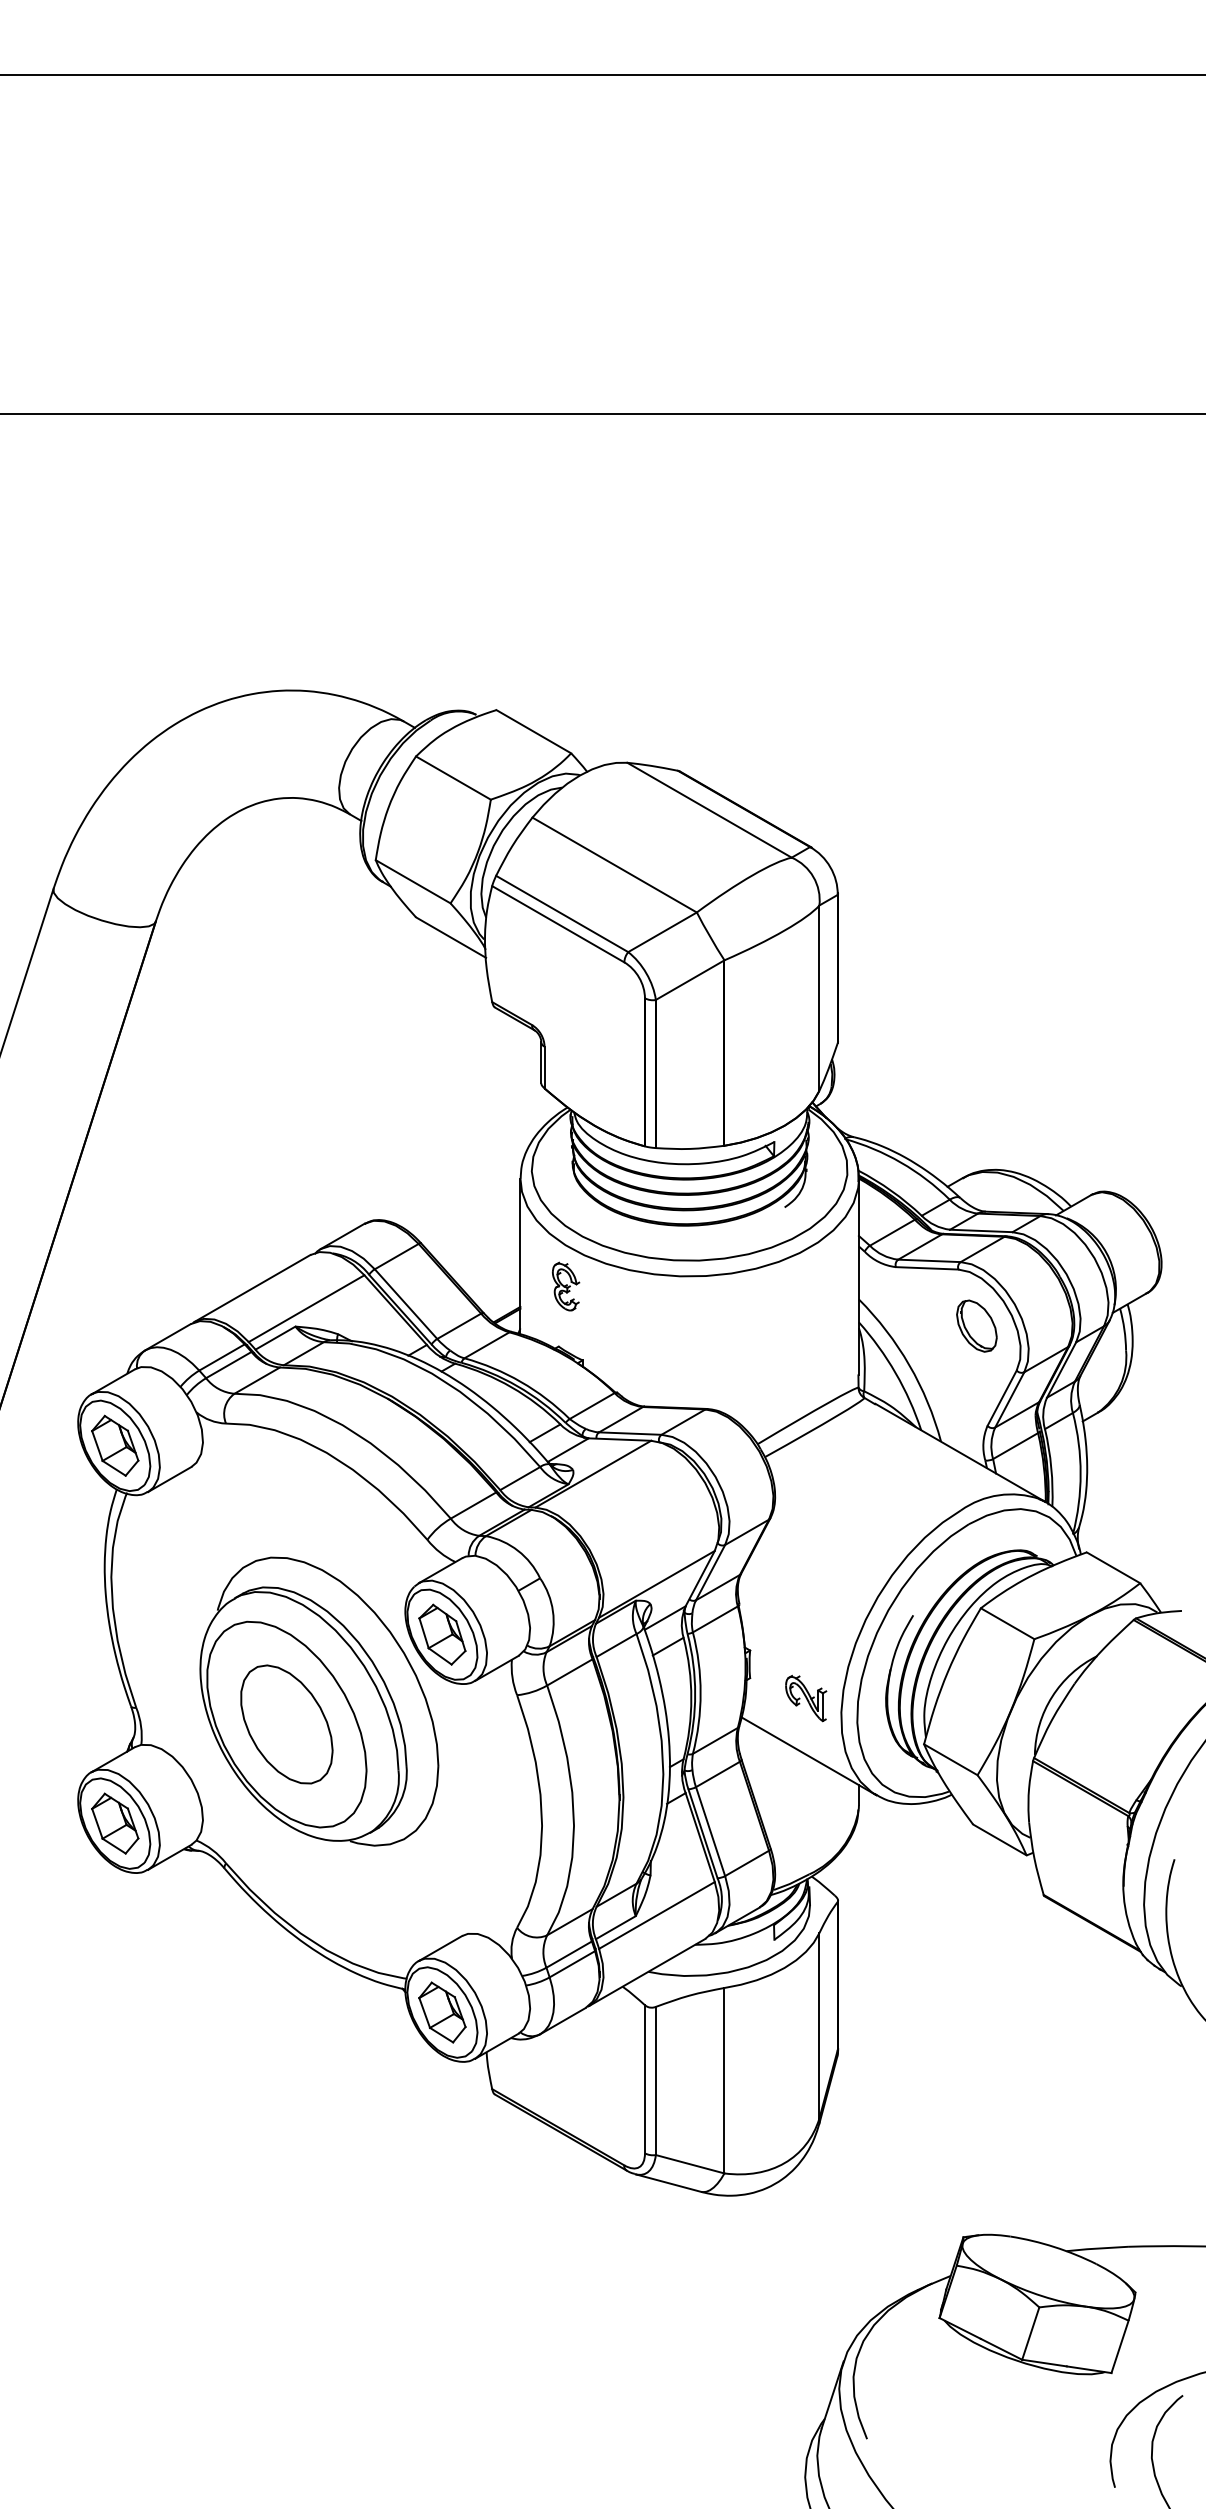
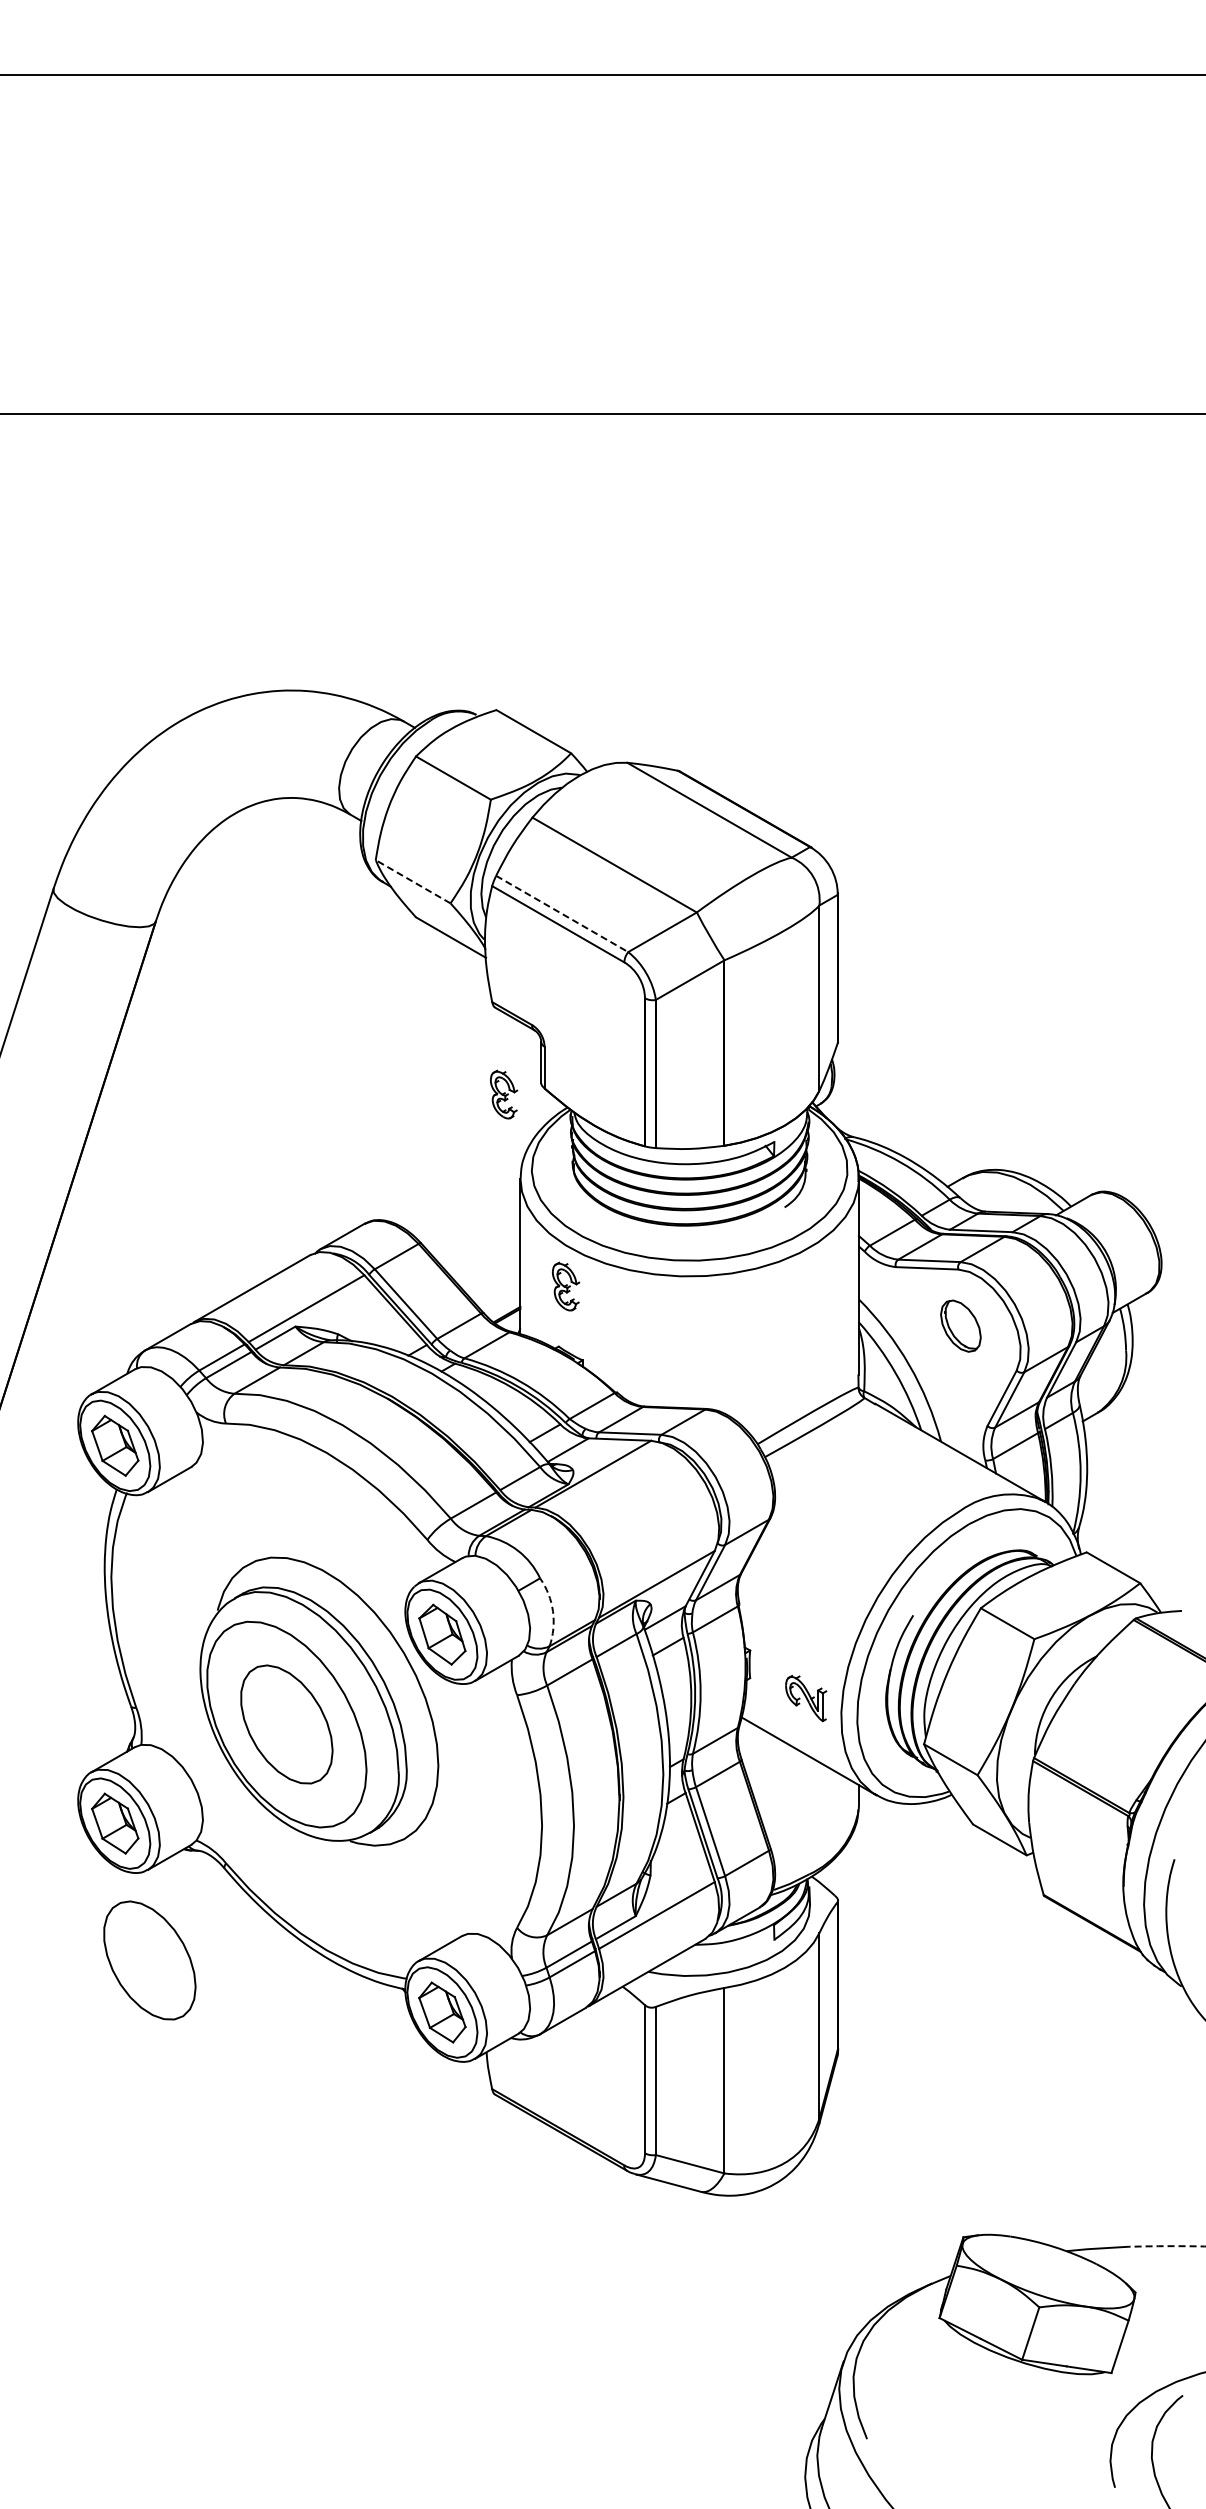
line at (412, 881): solid -> dashed
line at (562, 914): solid -> dashed
part at (504, 1094): none -> present
part at (976, 1325) position: (976, 1325) -> (960, 1325)
arc at (552, 1611): solid -> dashed
part at (149, 1960): none -> present
arc at (1167, 2246): solid -> dashed
